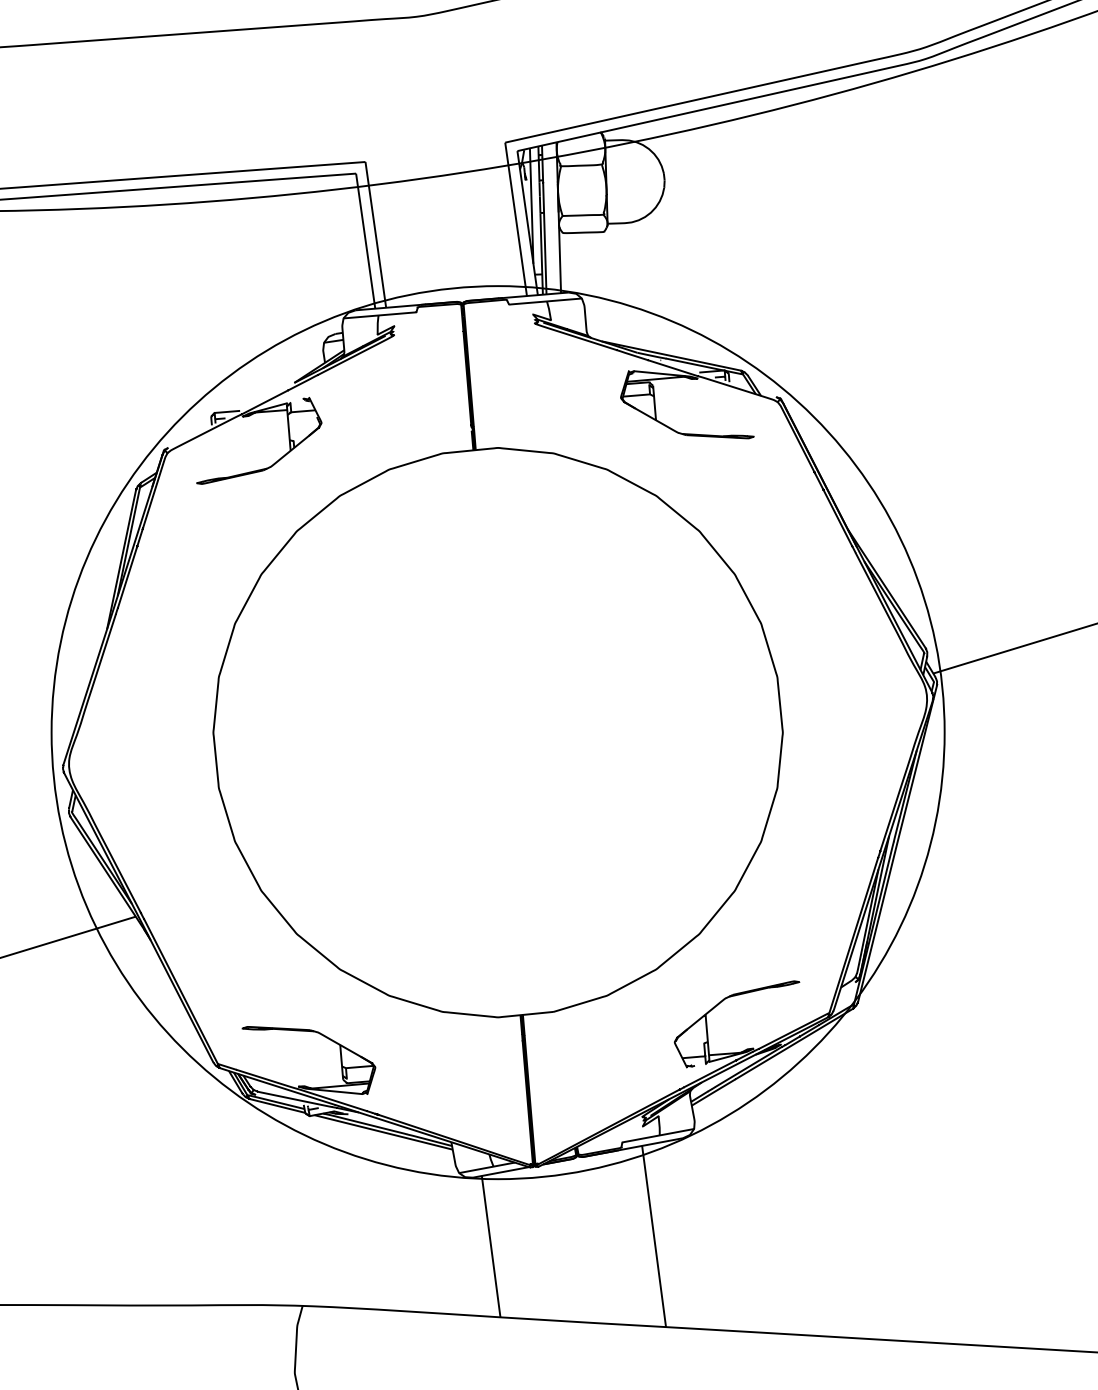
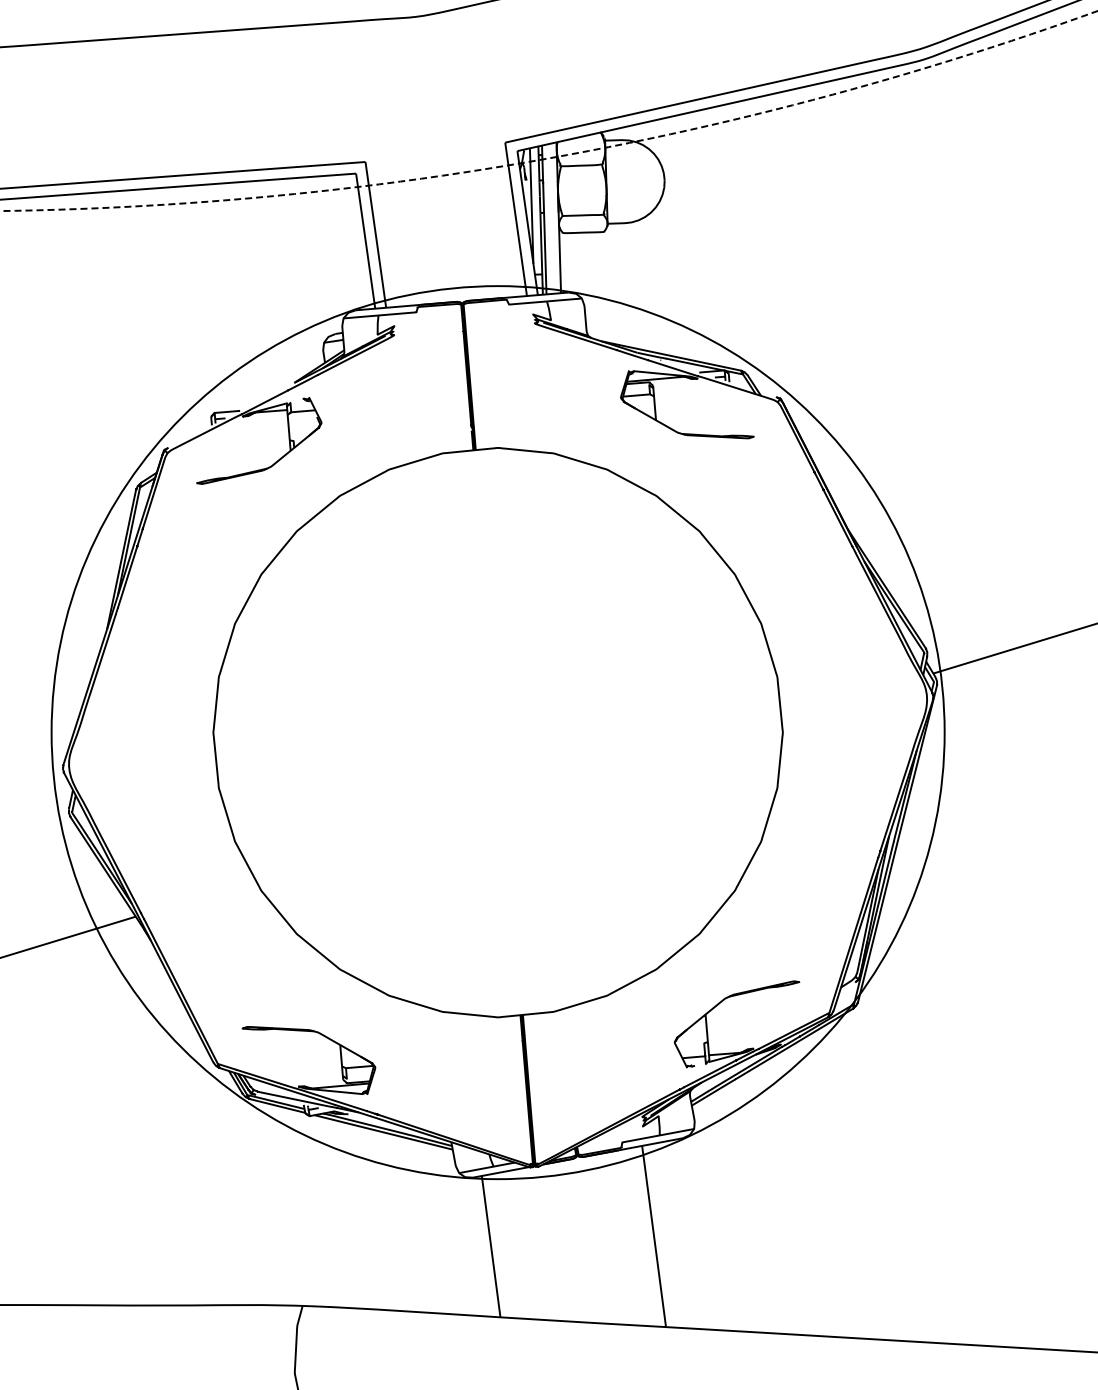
circle at (548, 111): solid -> dashed
